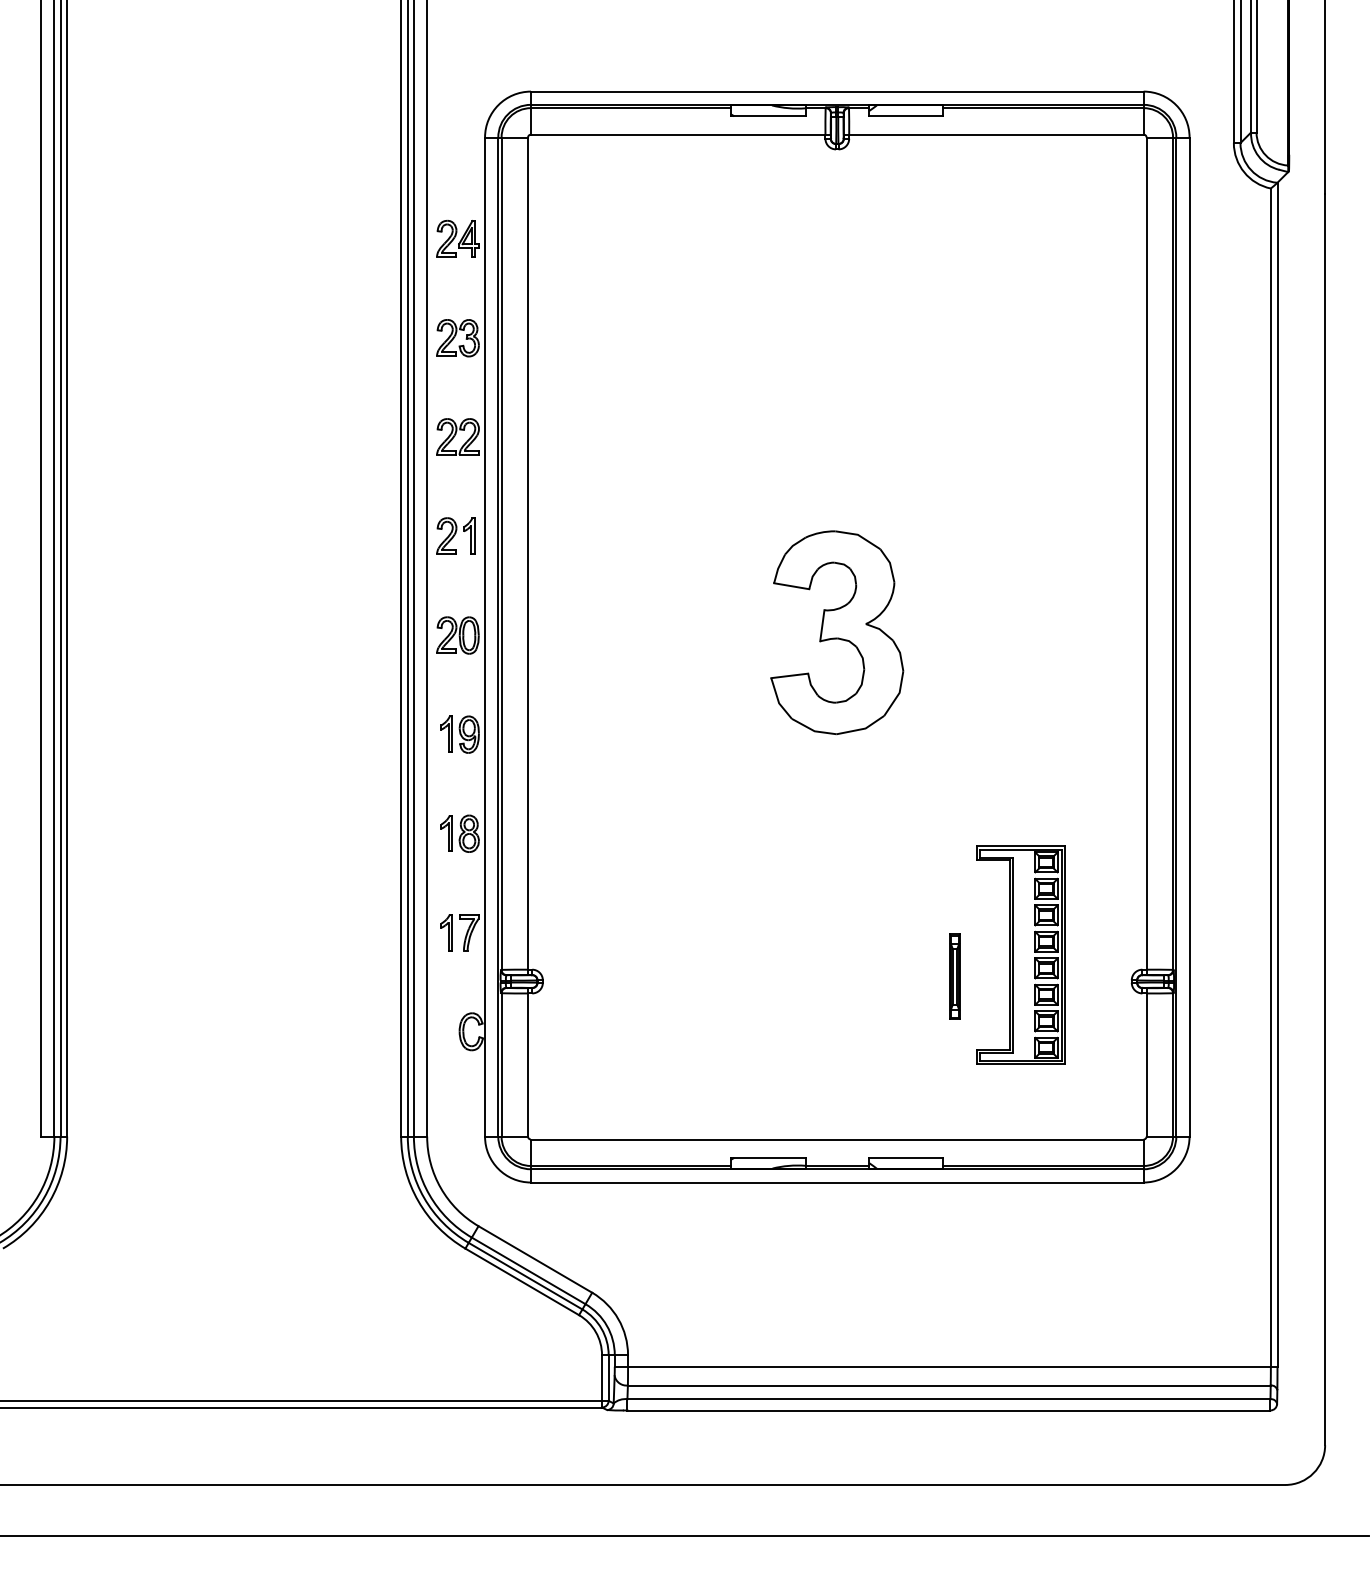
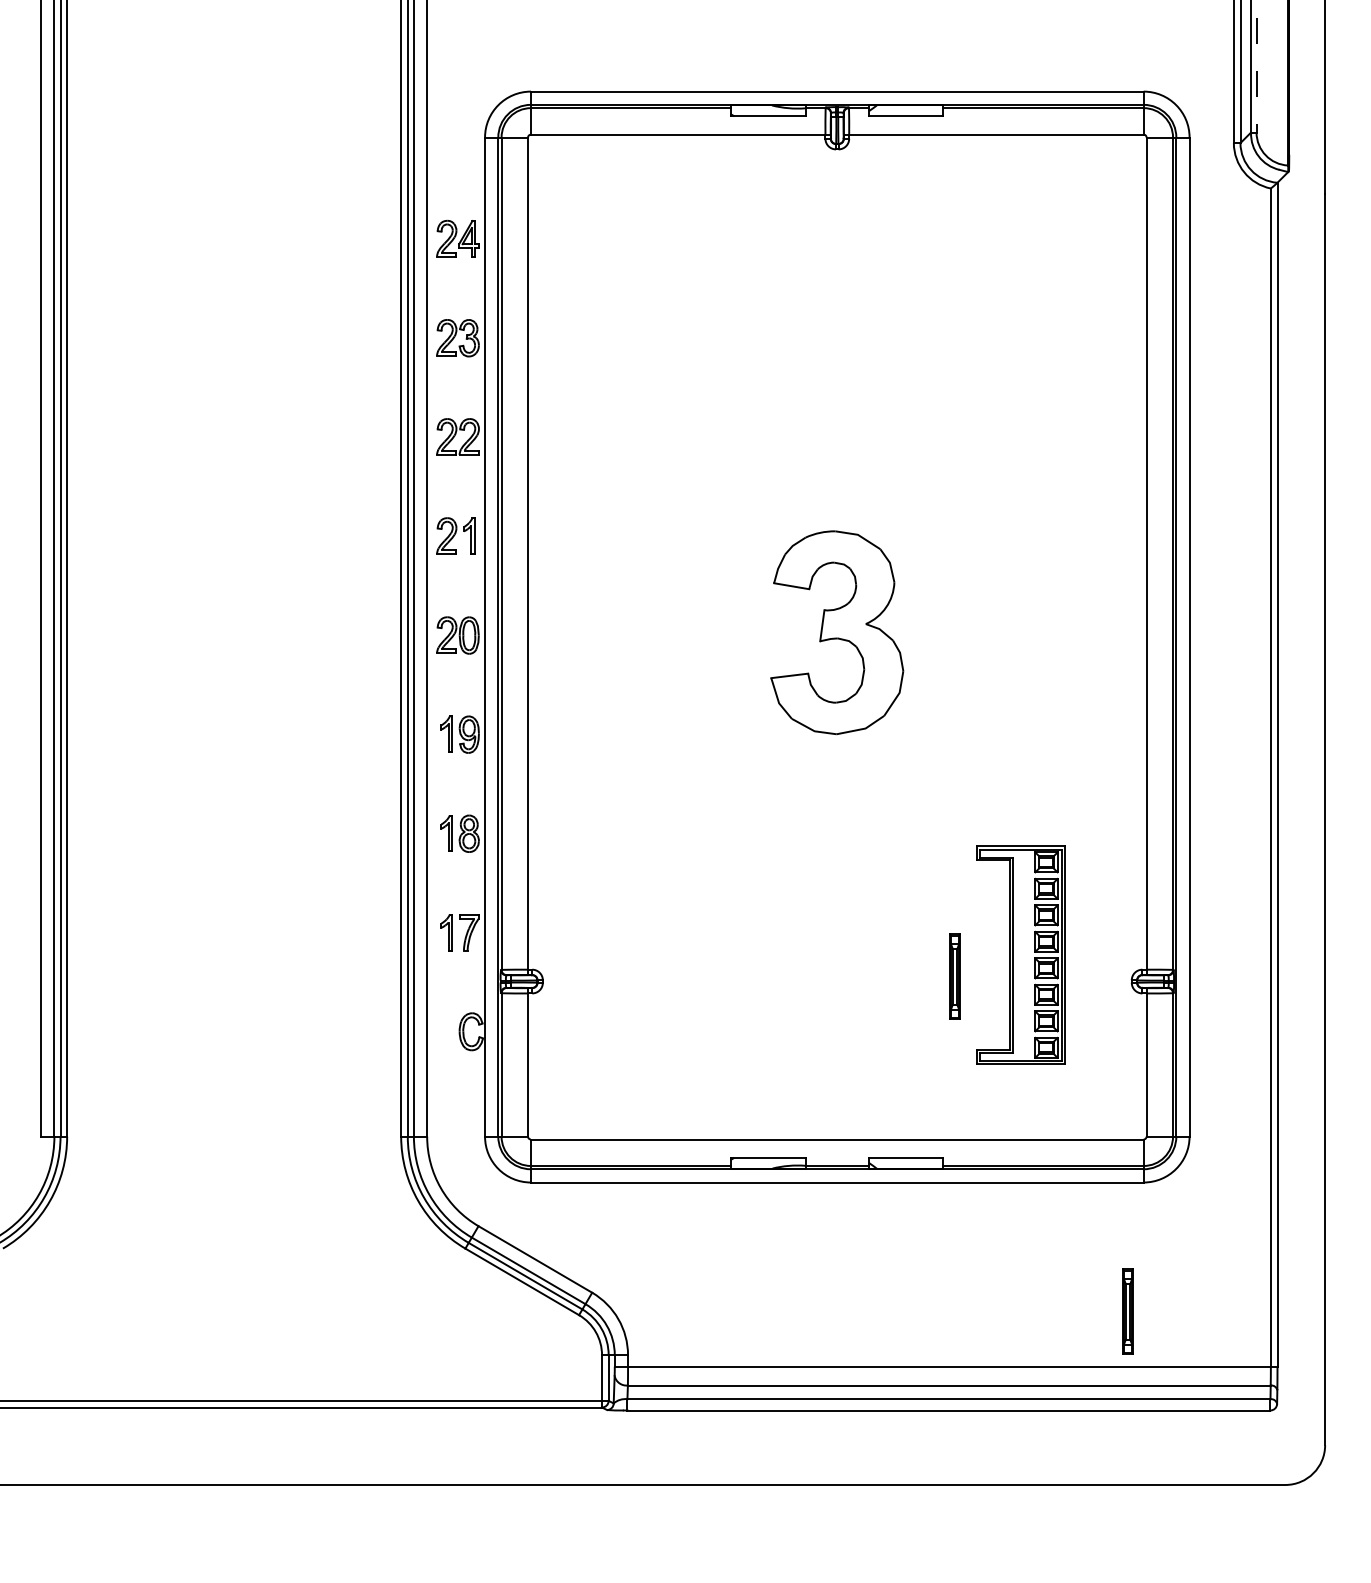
line at (1256, 66): solid -> dashed
part at (1127, 1311): none -> present
line at (684, 1535): present -> none
